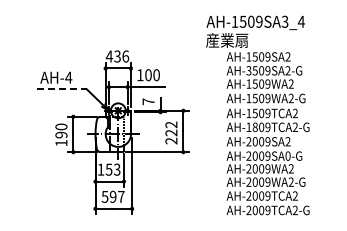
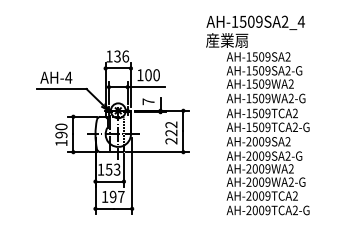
text at (284, 21): AH-1509SA3_4 -> AH-1509SA2_4
text at (109, 56): 436 -> 136
text at (248, 70): AH-3509SA2-G -> AH-1509SA2-G
line at (61, 89): dashed -> solid
text at (254, 126): AH-1809TCA2-G -> AH-1509TCA2-G
text at (287, 155): AH-2009SA0-G -> AH-2009SA2-G
text at (104, 196): 597 -> 197
